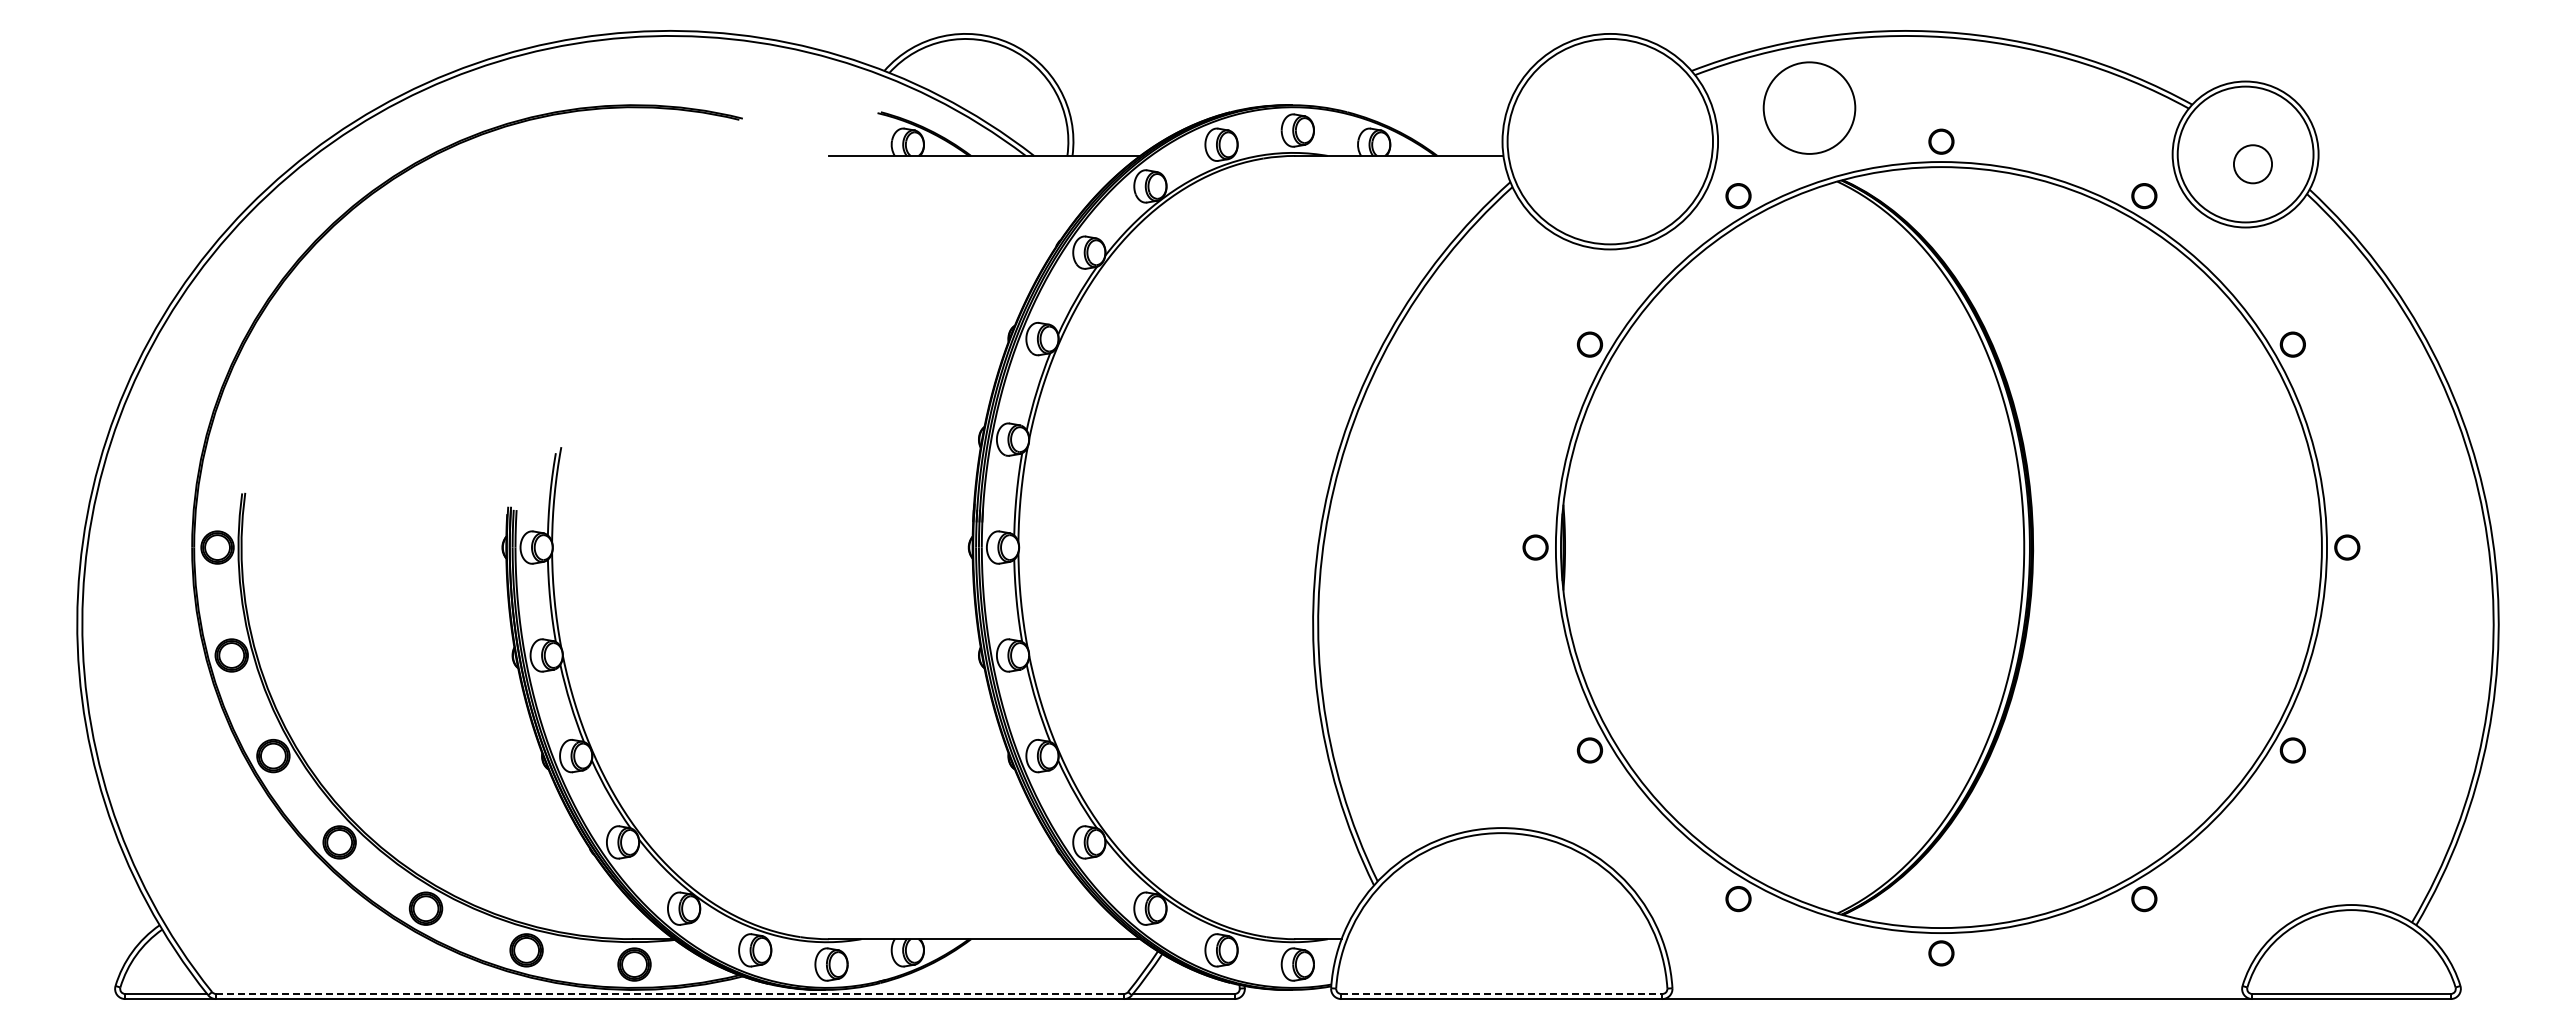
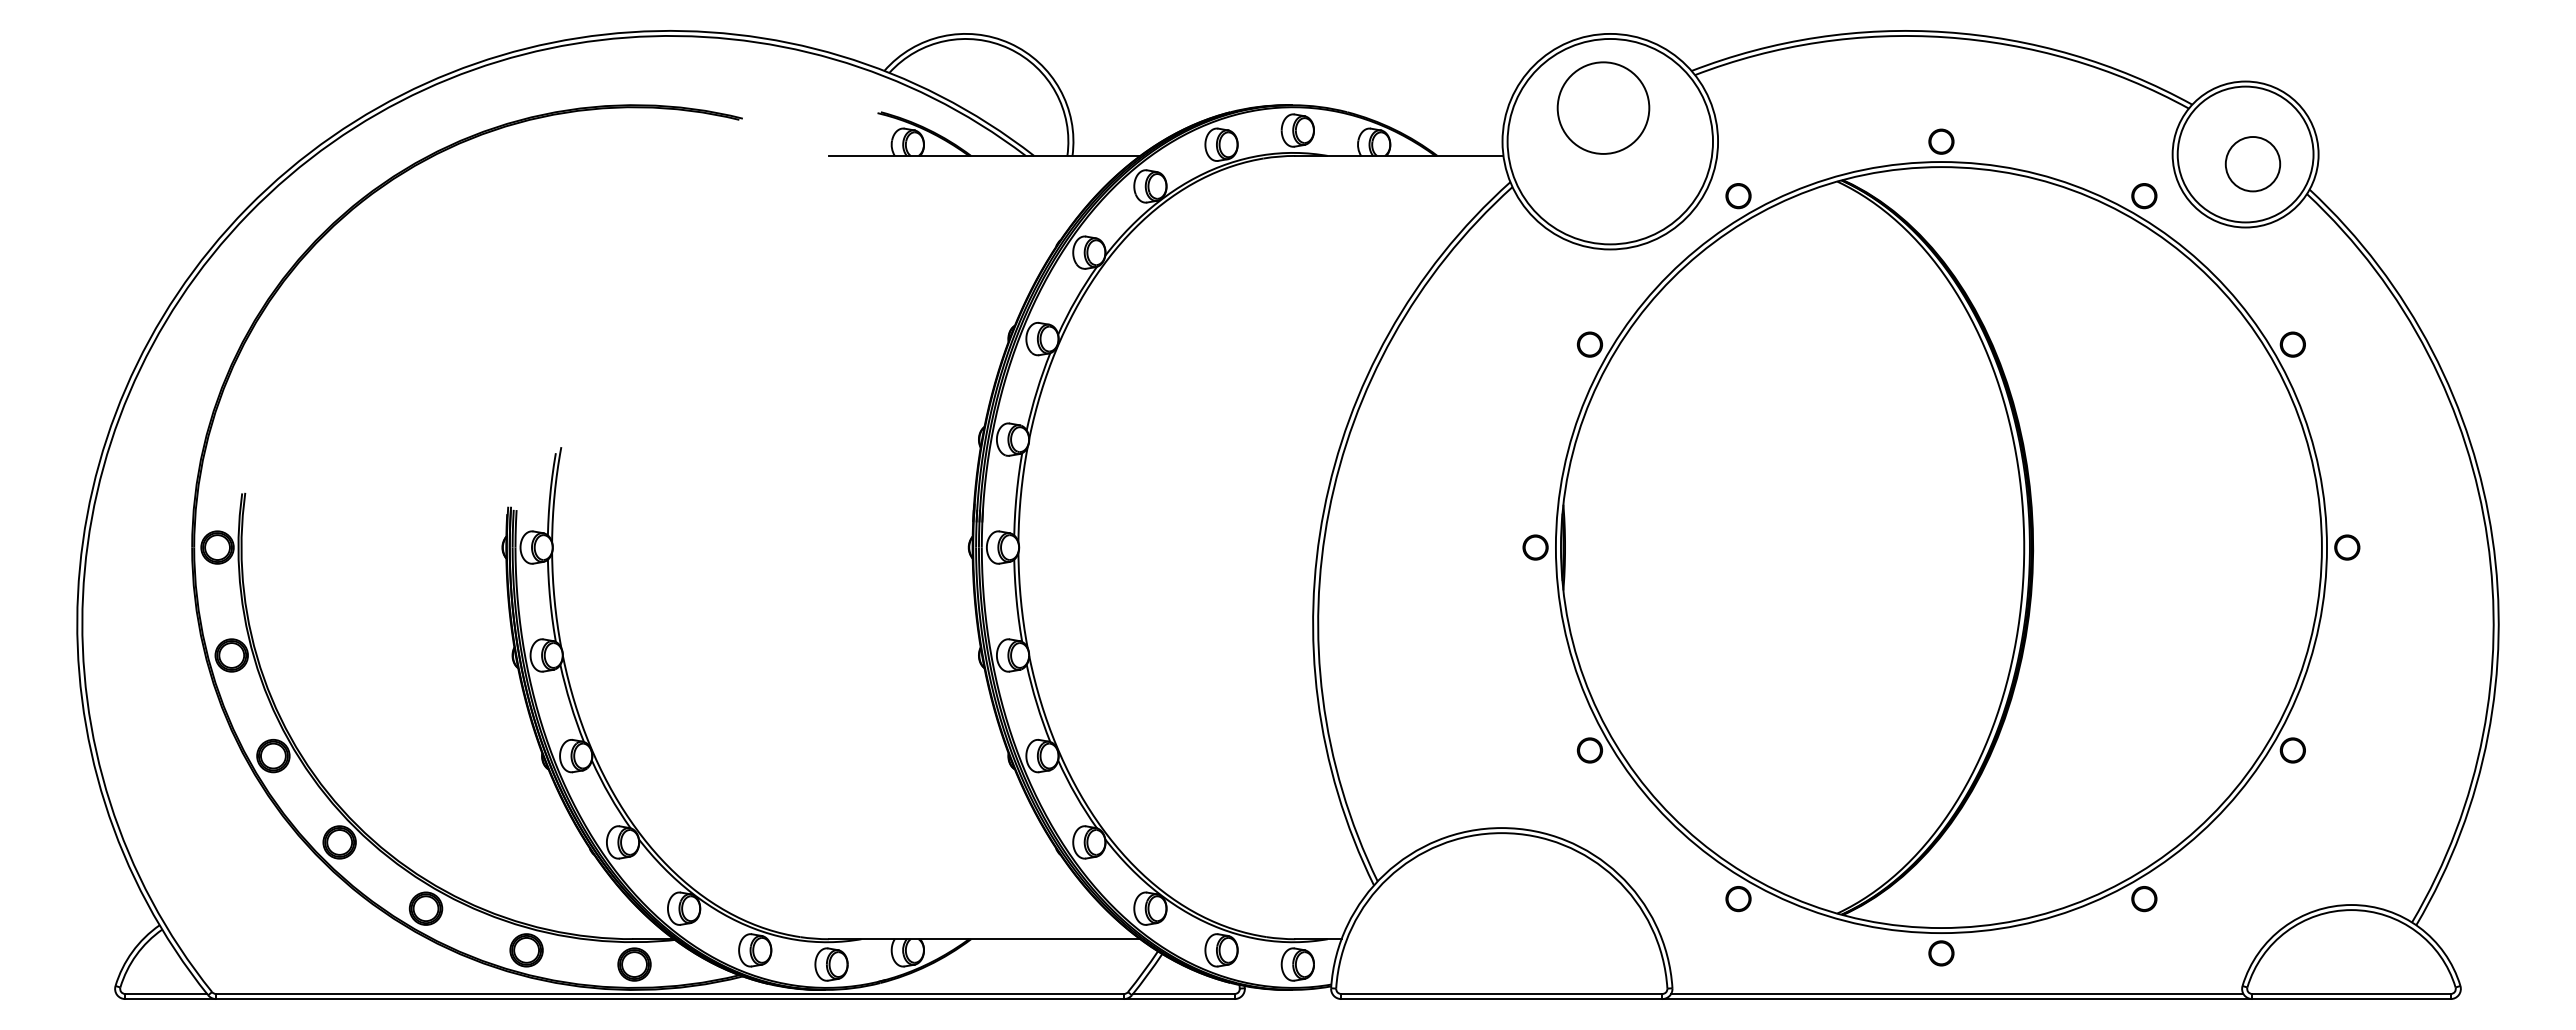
circle at (1809, 107) position: (1809, 107) -> (1603, 107)
circle at (2252, 164) size: 40x41 px -> 58x57 px
line at (670, 994): dashed -> solid
line at (1501, 994): dashed -> solid
line at (1957, 994): none -> present
